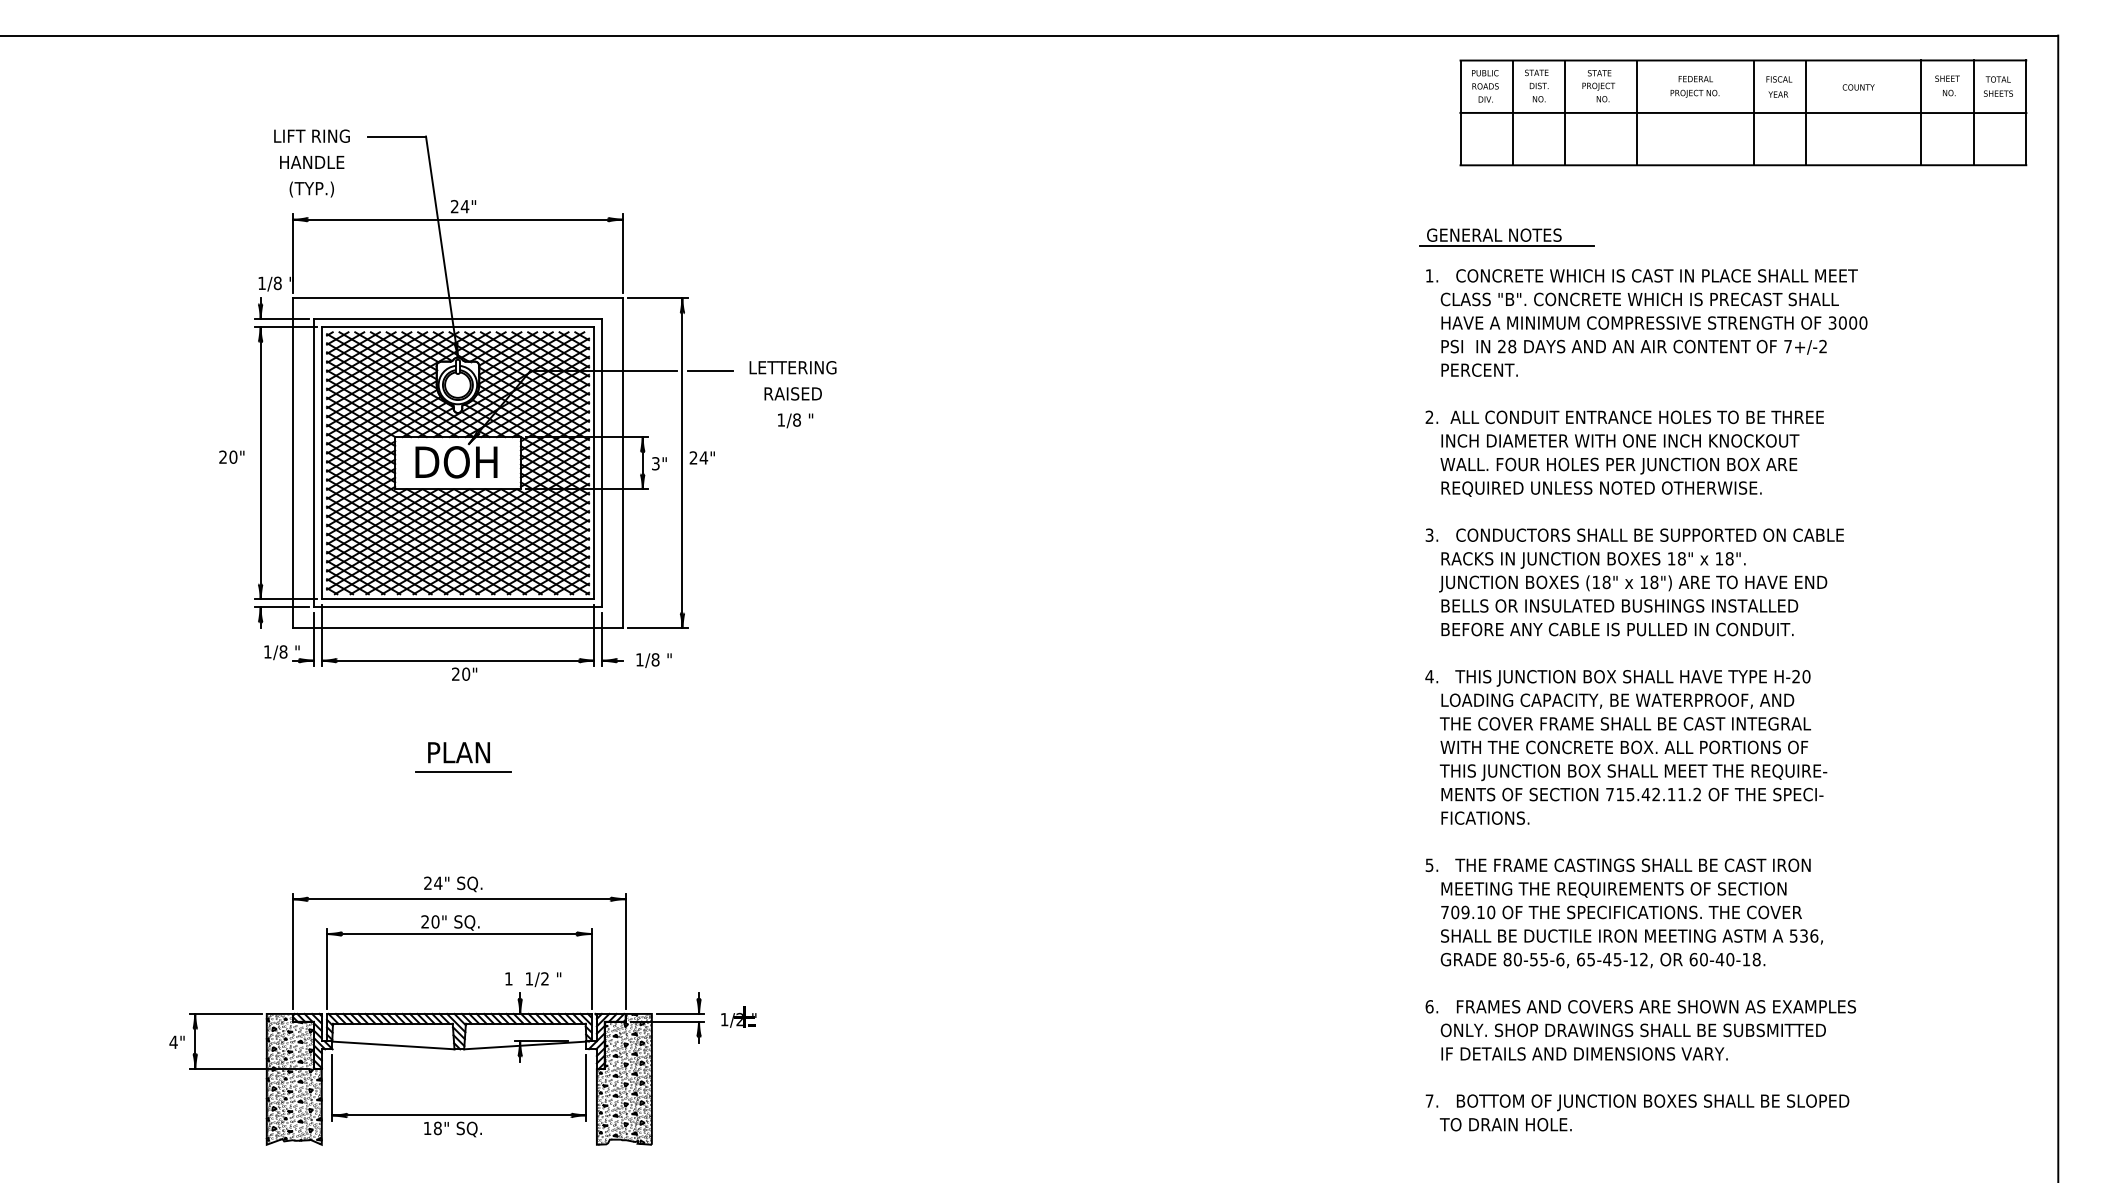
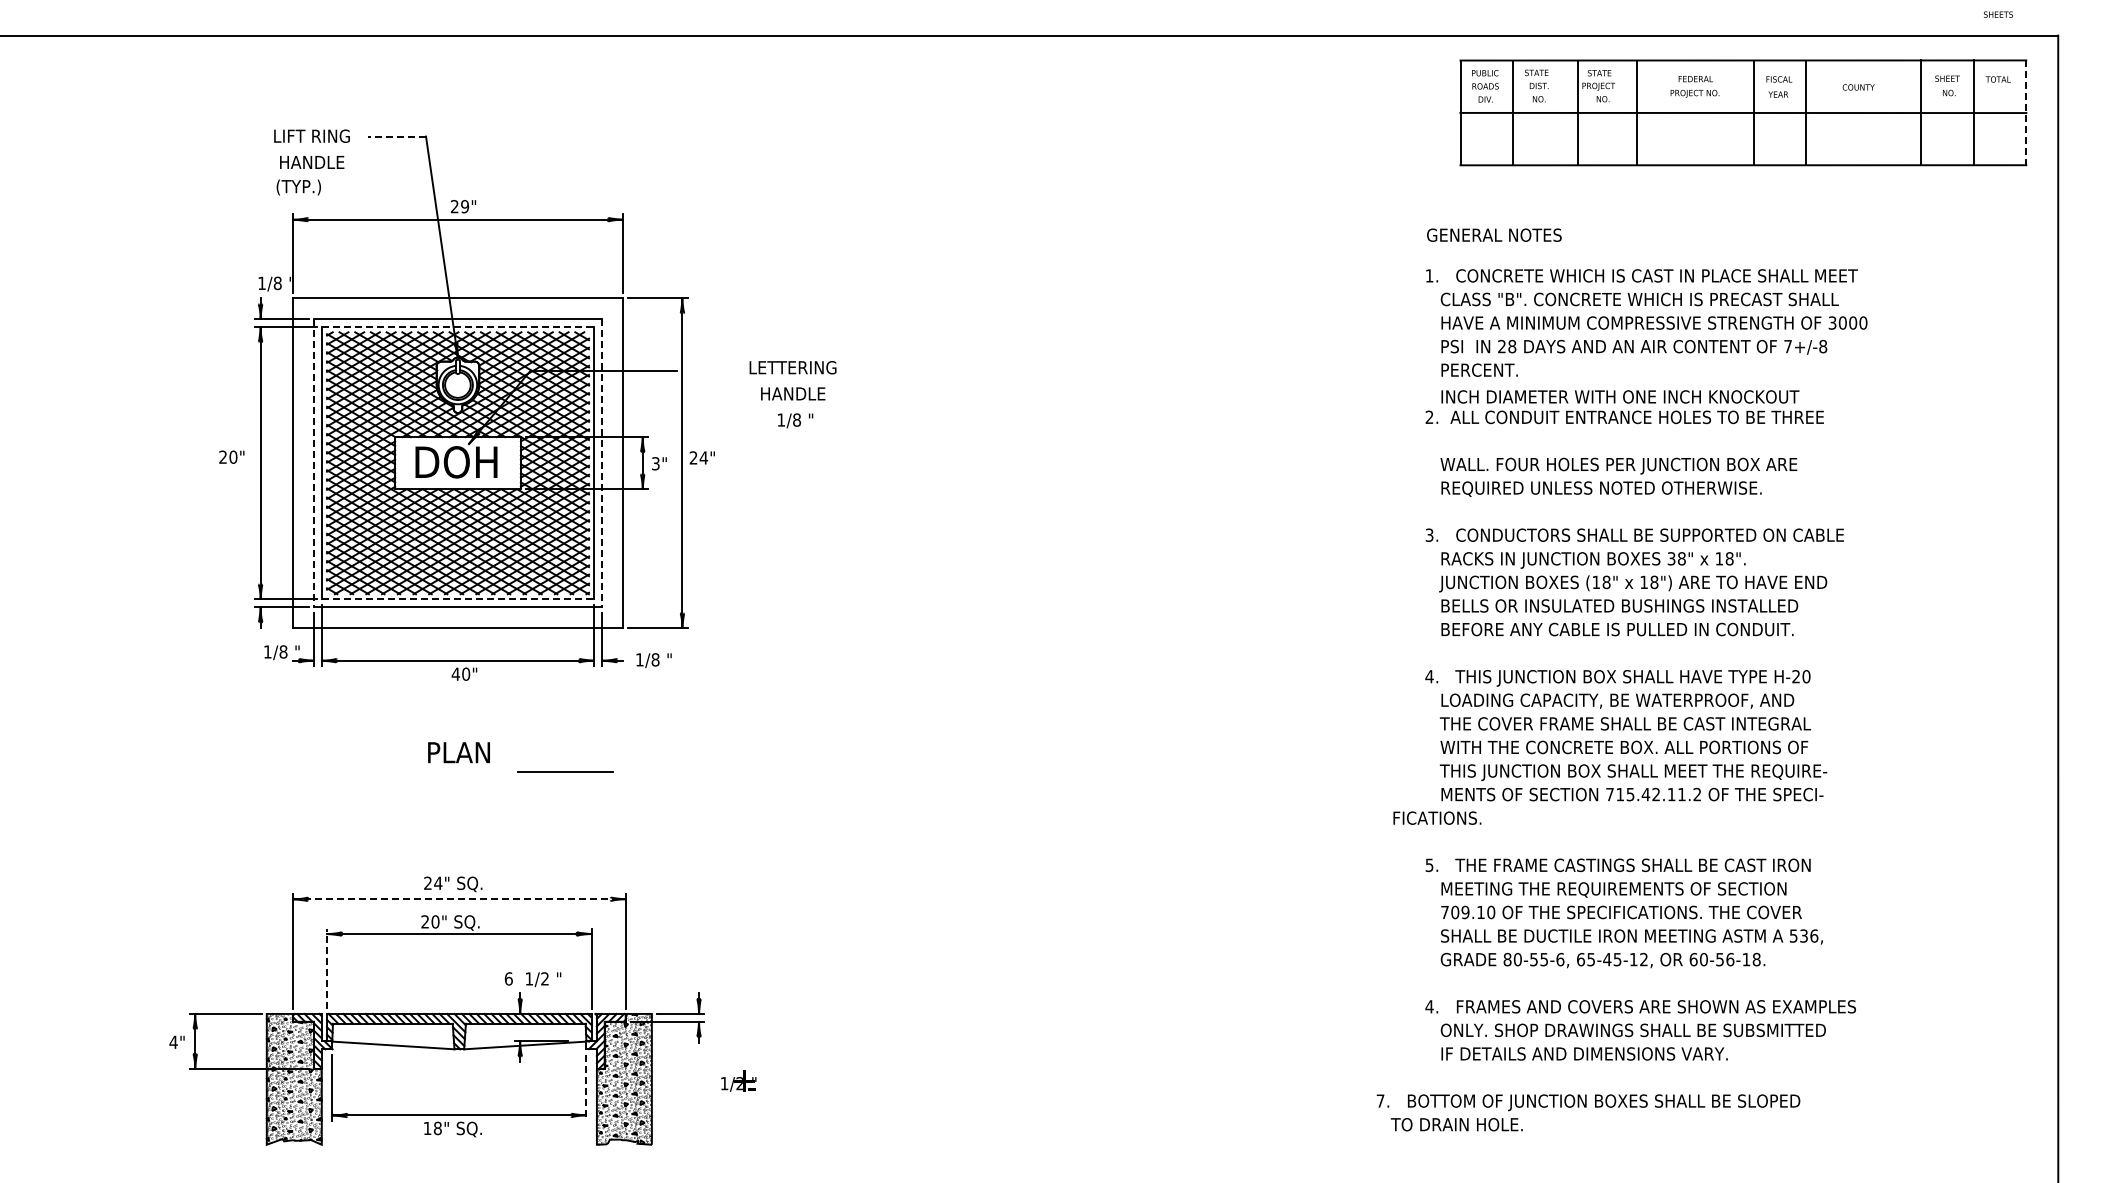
text at (1998, 93) position: (1998, 93) -> (1998, 14)
line at (1565, 112) position: (1565, 112) -> (1578, 112)
line at (2026, 113): solid -> dashed
line at (396, 136): solid -> dashed
text at (311, 189) position: (311, 189) -> (298, 187)
text at (464, 206): 24" -> 29"
line at (1506, 246): present -> none
line at (458, 327): solid -> dashed
text at (1823, 346): 7+/-2 -> 7+/-8
line at (709, 370): present -> none
text at (793, 393): RAISED -> HANDLE
text at (1620, 440) position: (1620, 440) -> (1620, 396)
line at (313, 463): solid -> dashed
line at (602, 463): solid -> dashed
text at (1671, 558): 18" -> 38"
line at (458, 599): solid -> dashed
text at (455, 673): 20" -> 40"
line at (463, 771) position: (463, 771) -> (565, 771)
text at (1485, 817) position: (1485, 817) -> (1437, 817)
line at (459, 899): solid -> dashed
text at (1724, 959): 60-40-18. -> 60-56-18.
line at (327, 968): solid -> dashed
text at (508, 978): 1 -> 6
text at (1429, 1006): 6. -> 4.
text at (738, 1016) position: (738, 1016) -> (738, 1080)
line at (586, 1088): solid -> dashed
text at (1637, 1112) position: (1637, 1112) -> (1588, 1112)
